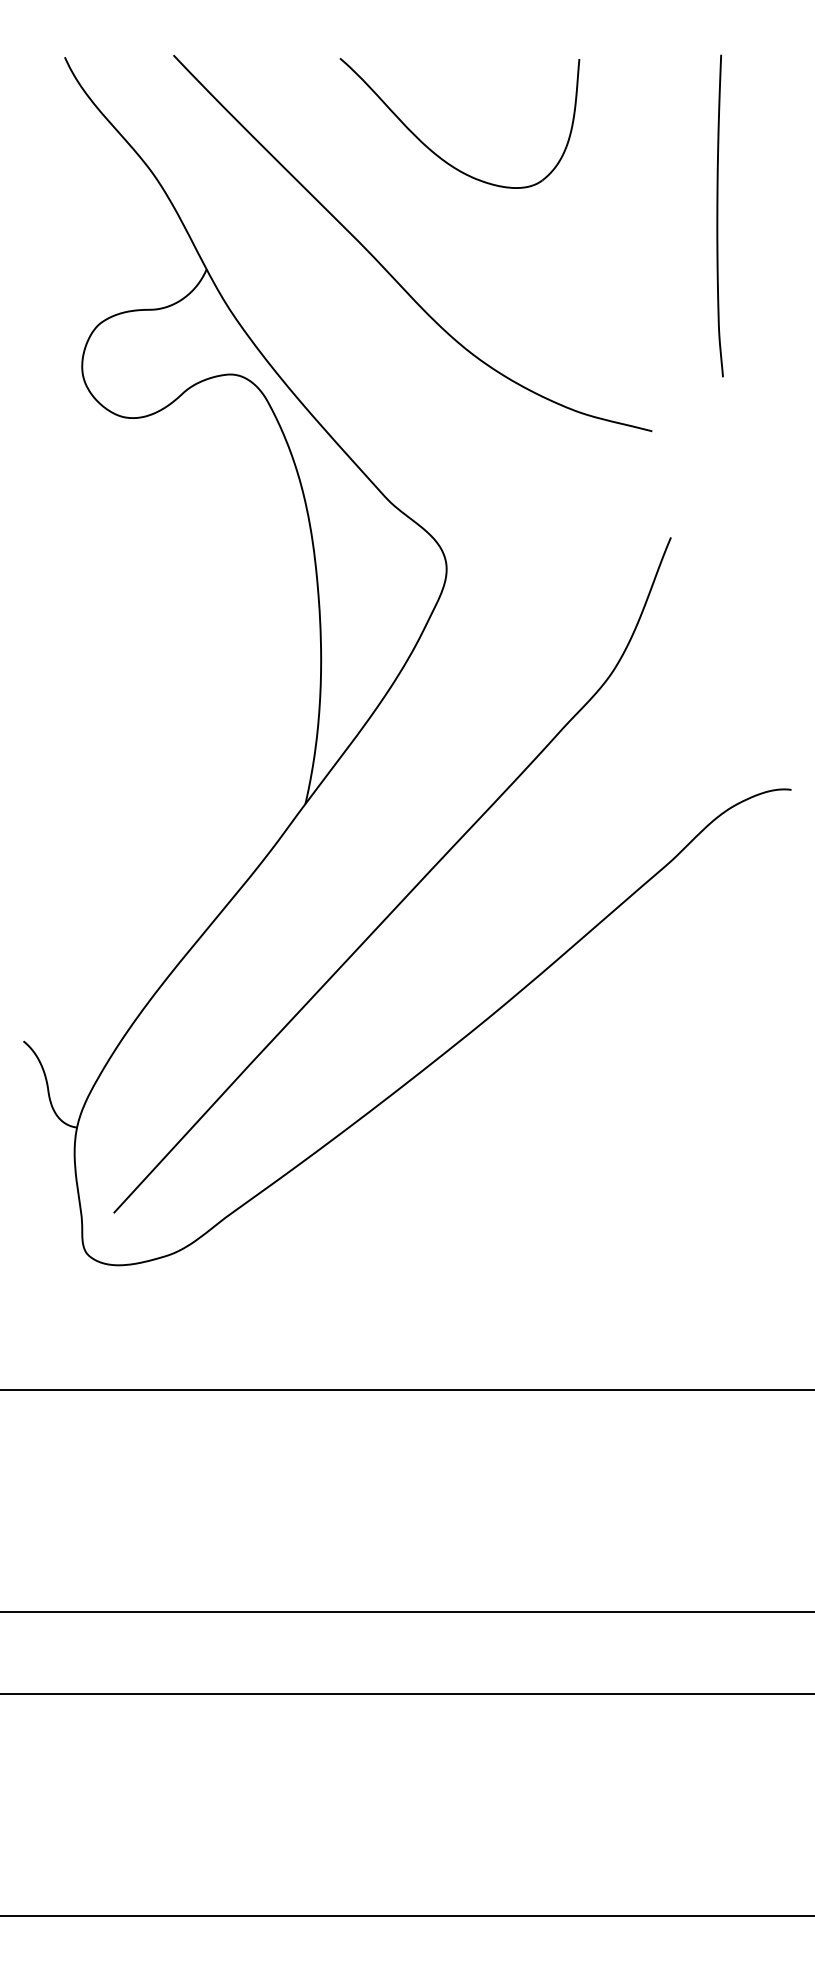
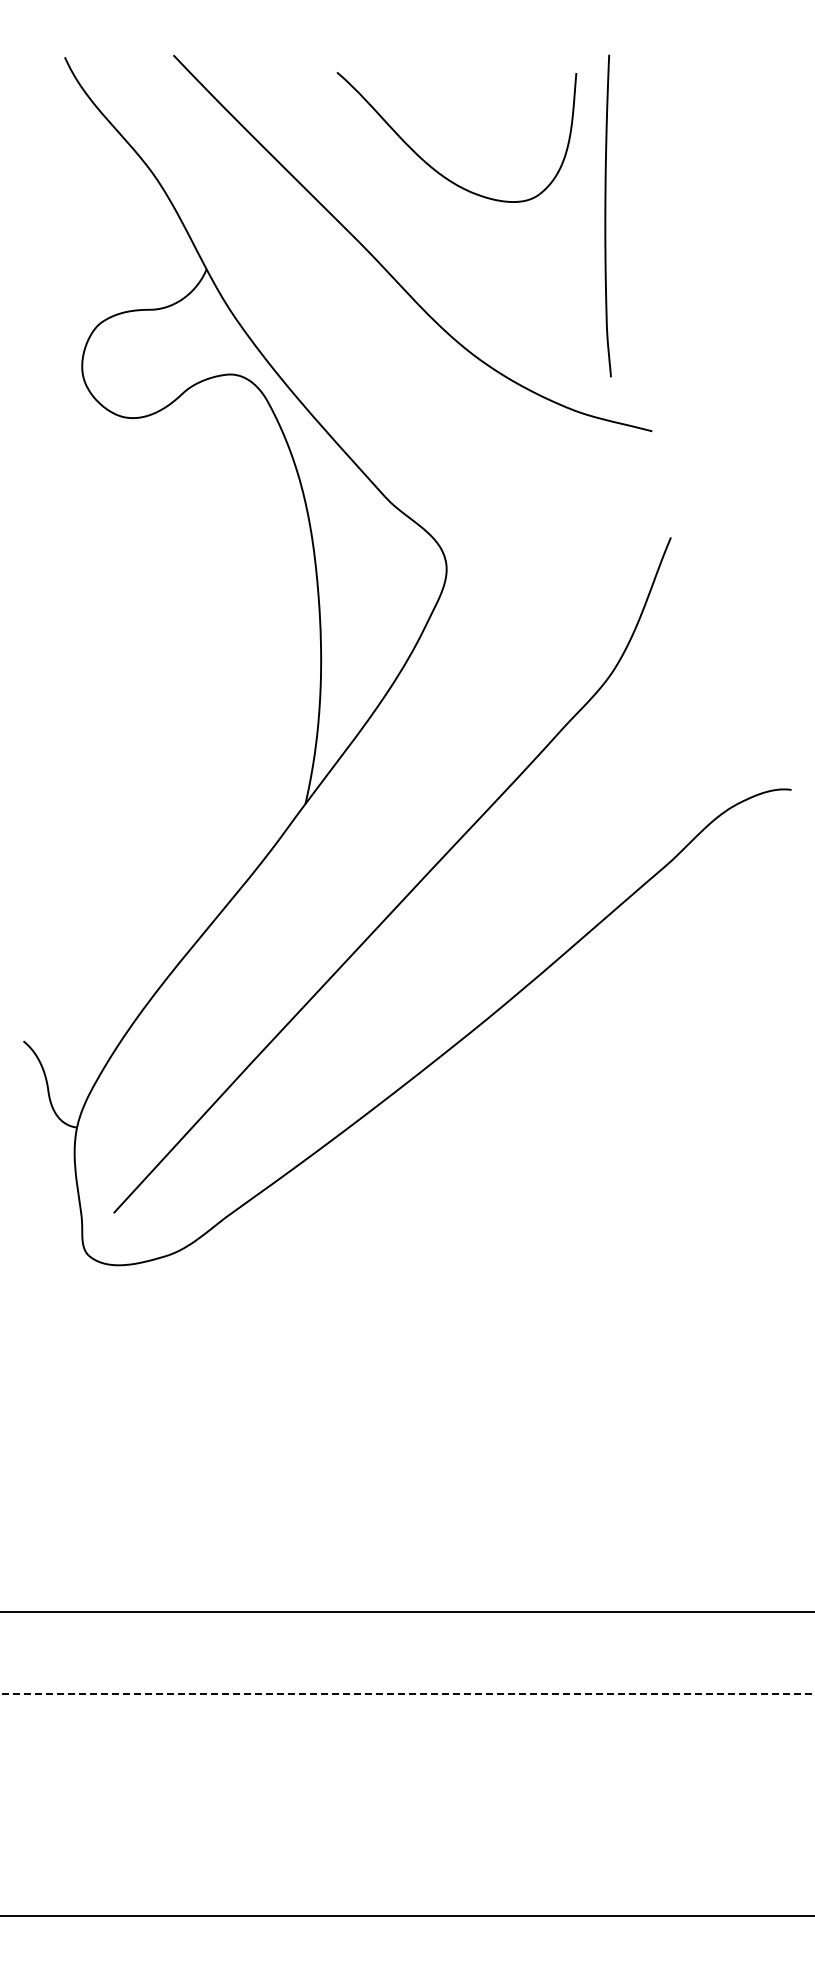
part at (436, 153) position: (436, 153) -> (433, 167)
curve at (718, 215) position: (718, 215) -> (606, 215)
line at (406, 1390): present -> none
line at (407, 1693): solid -> dashed
